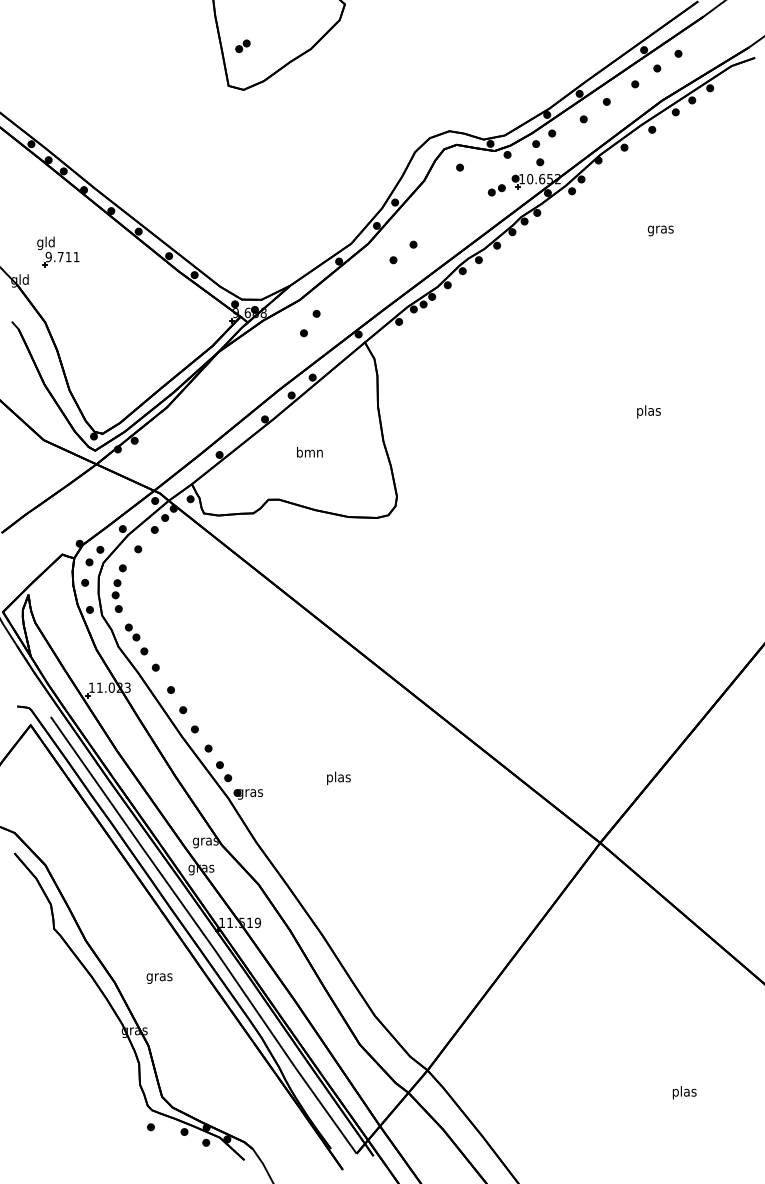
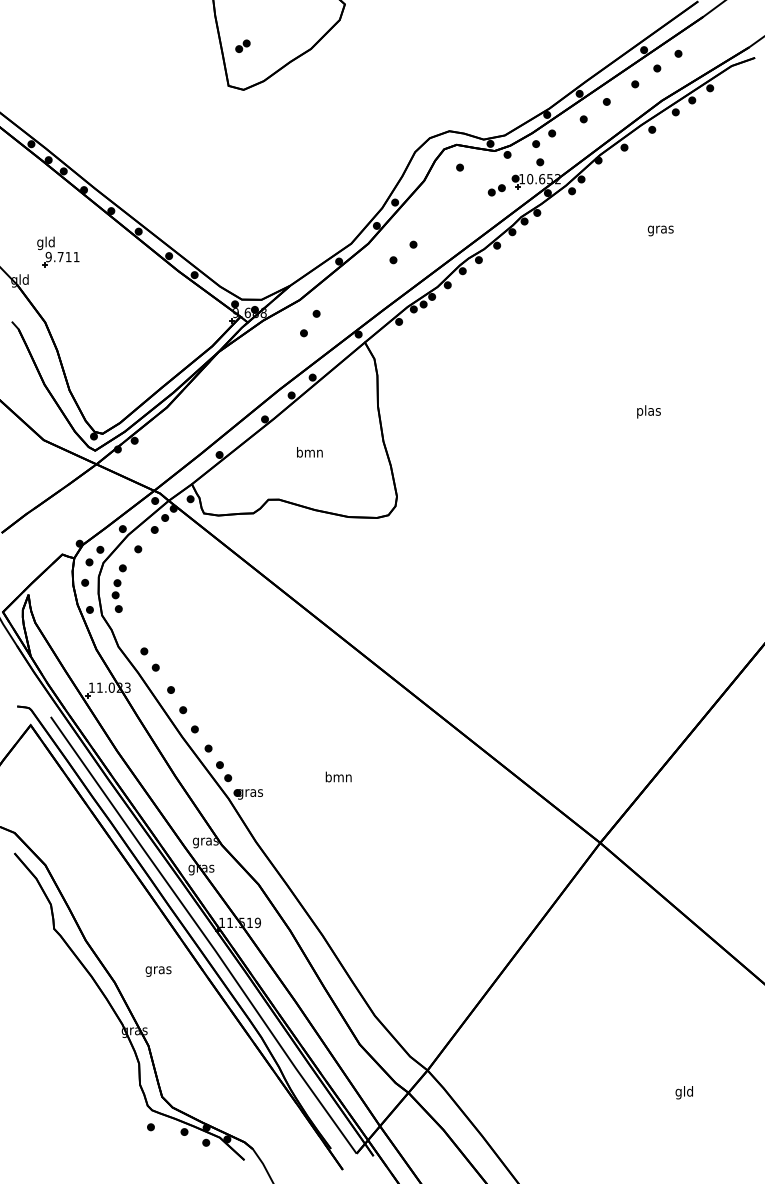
part at (132, 632): present -> none
text at (338, 778): plas -> bmn
text at (159, 978) position: (159, 978) -> (158, 971)
text at (684, 1092): plas -> gld
